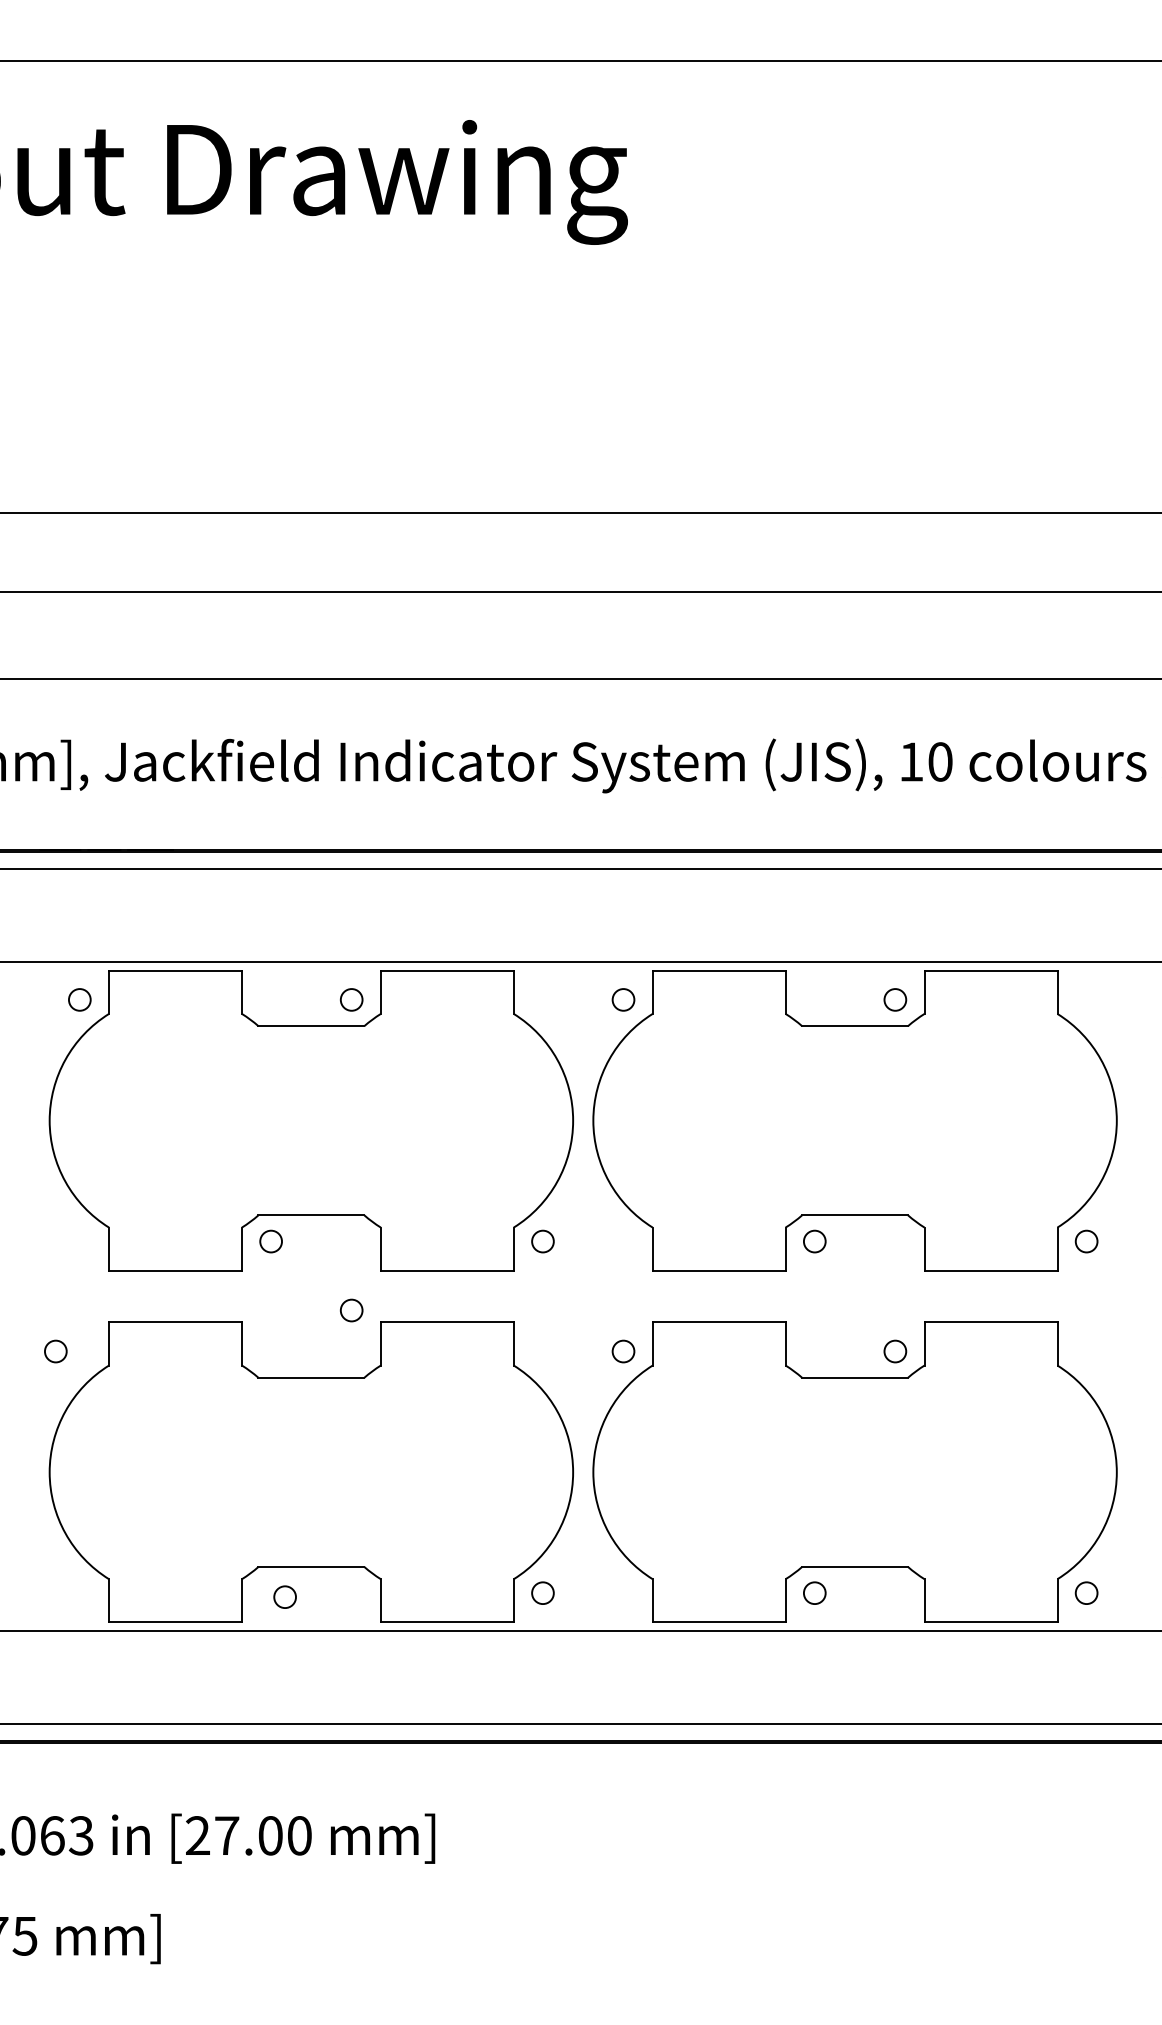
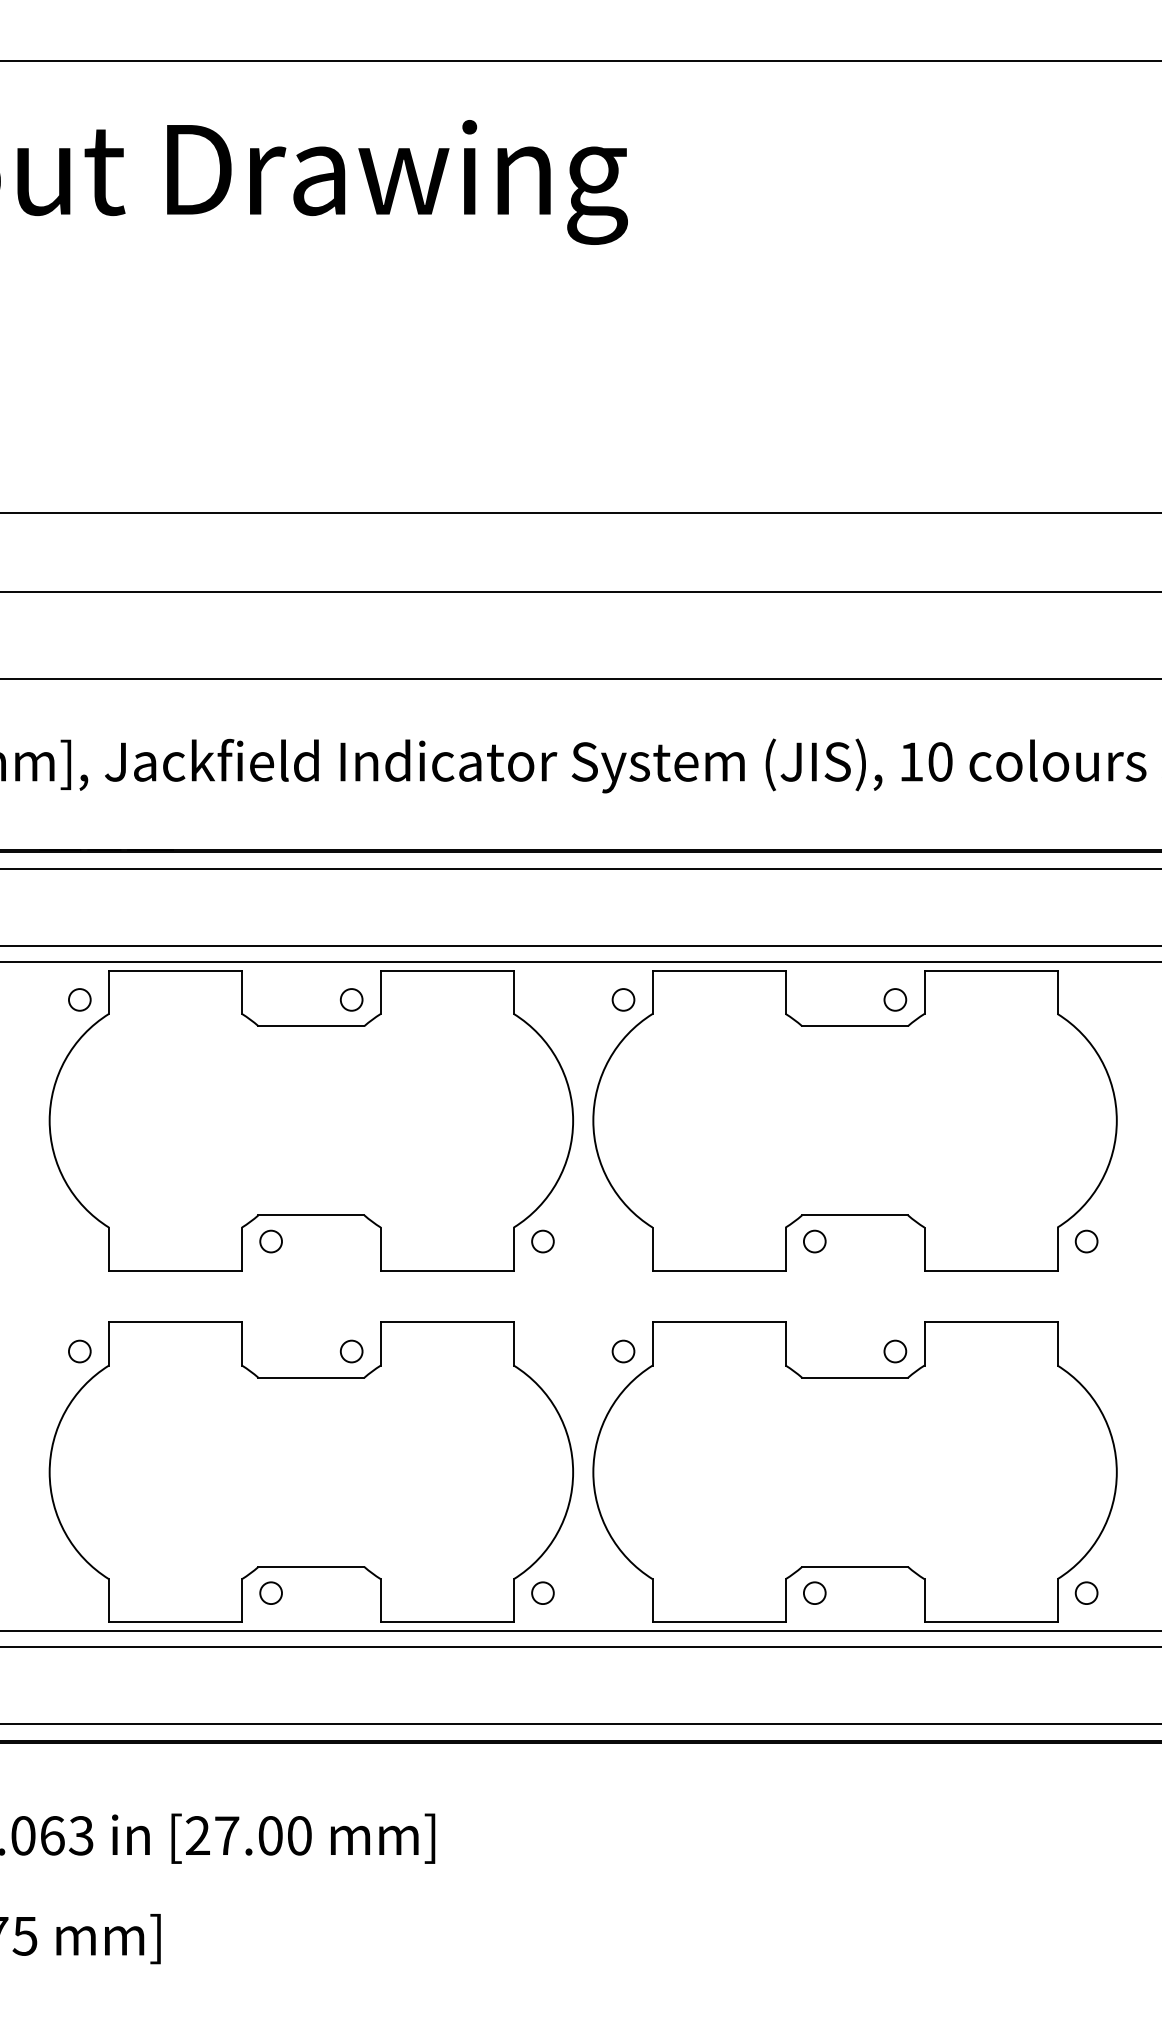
line at (580, 945): none -> present
circle at (351, 1310) position: (351, 1310) -> (351, 1351)
circle at (55, 1351) position: (55, 1351) -> (79, 1351)
circle at (284, 1596) position: (284, 1596) -> (270, 1592)
line at (580, 1647): none -> present
